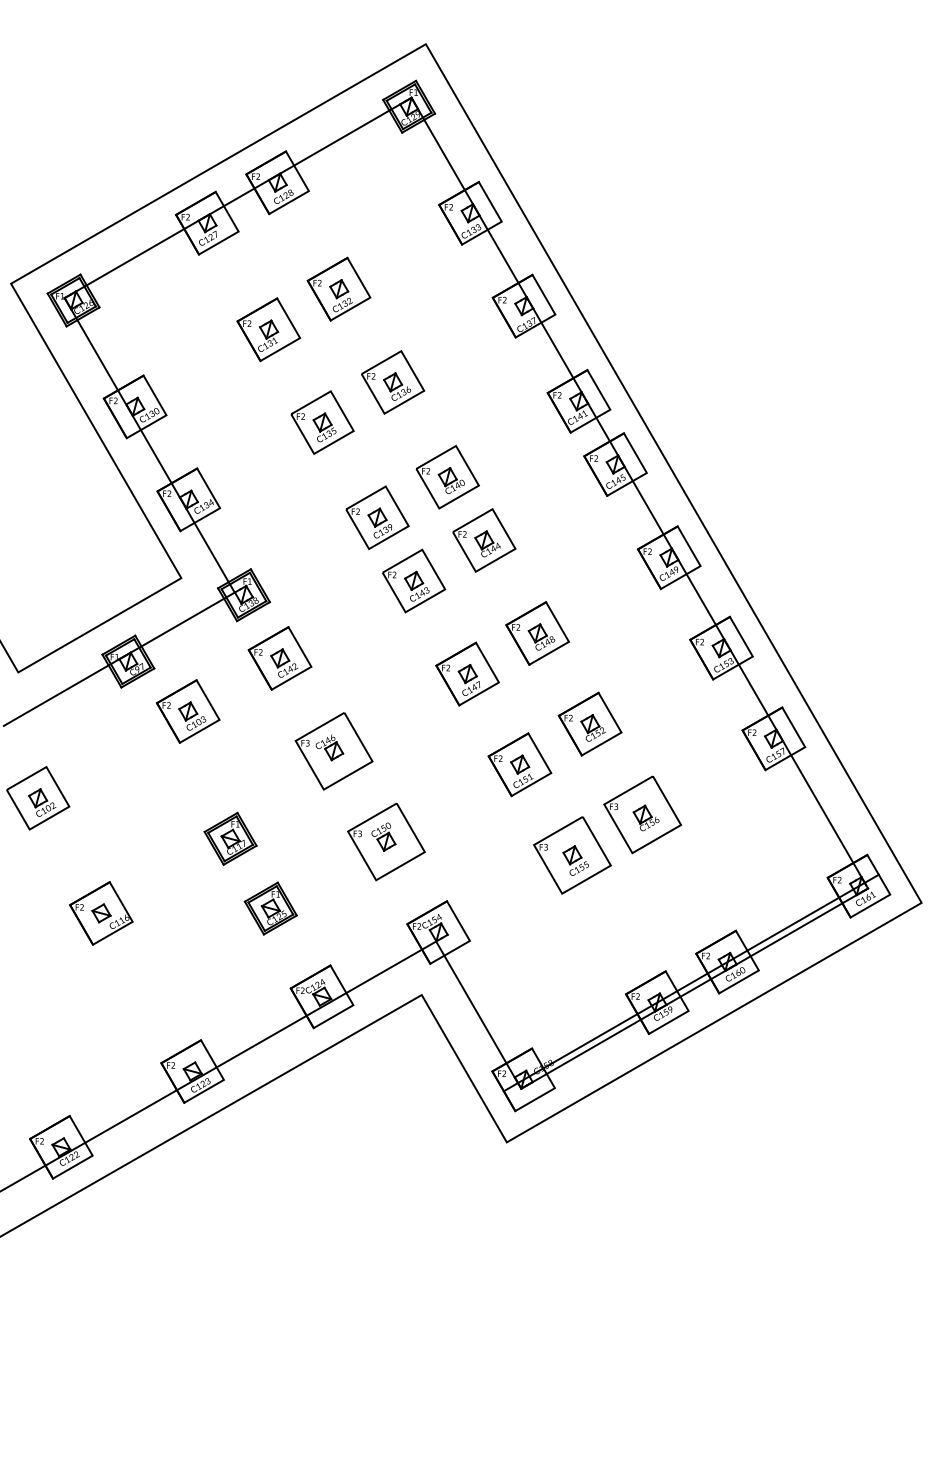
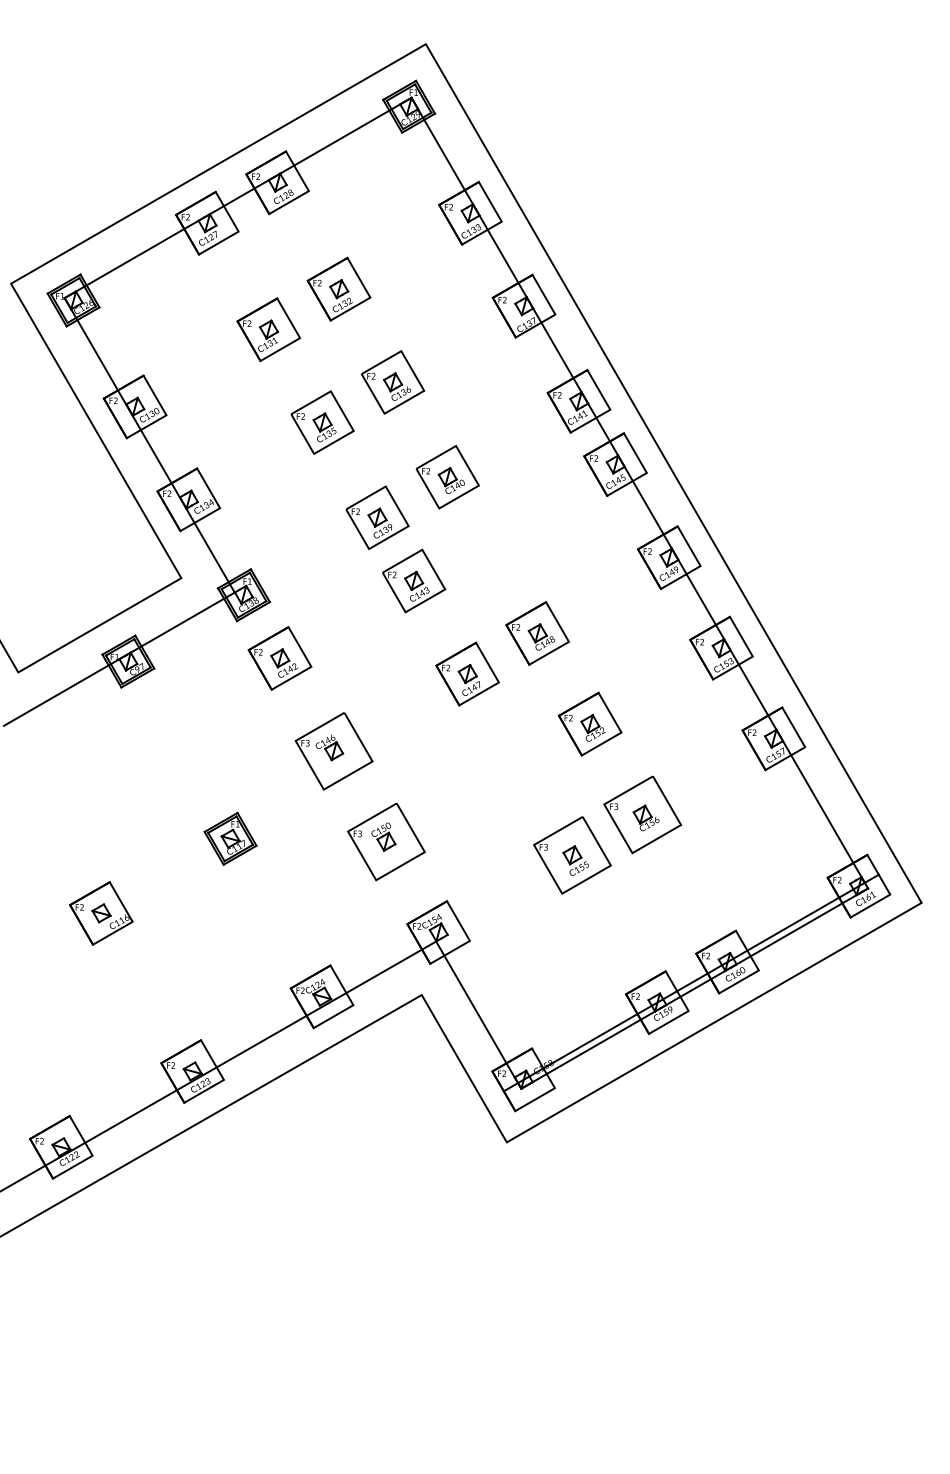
part at (484, 540): present -> none
part at (187, 711): present -> none
part at (519, 764): present -> none
part at (38, 798): present -> none
part at (270, 908): present -> none
